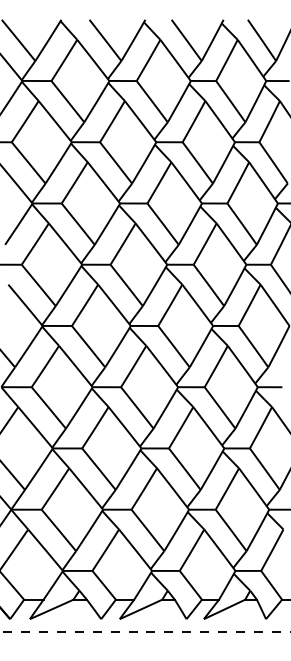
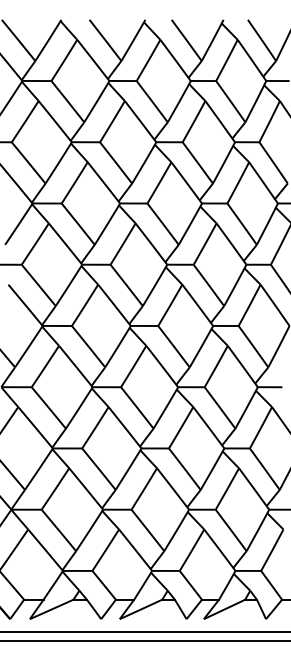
line at (145, 632): dashed -> solid
line at (144, 641): none -> present
